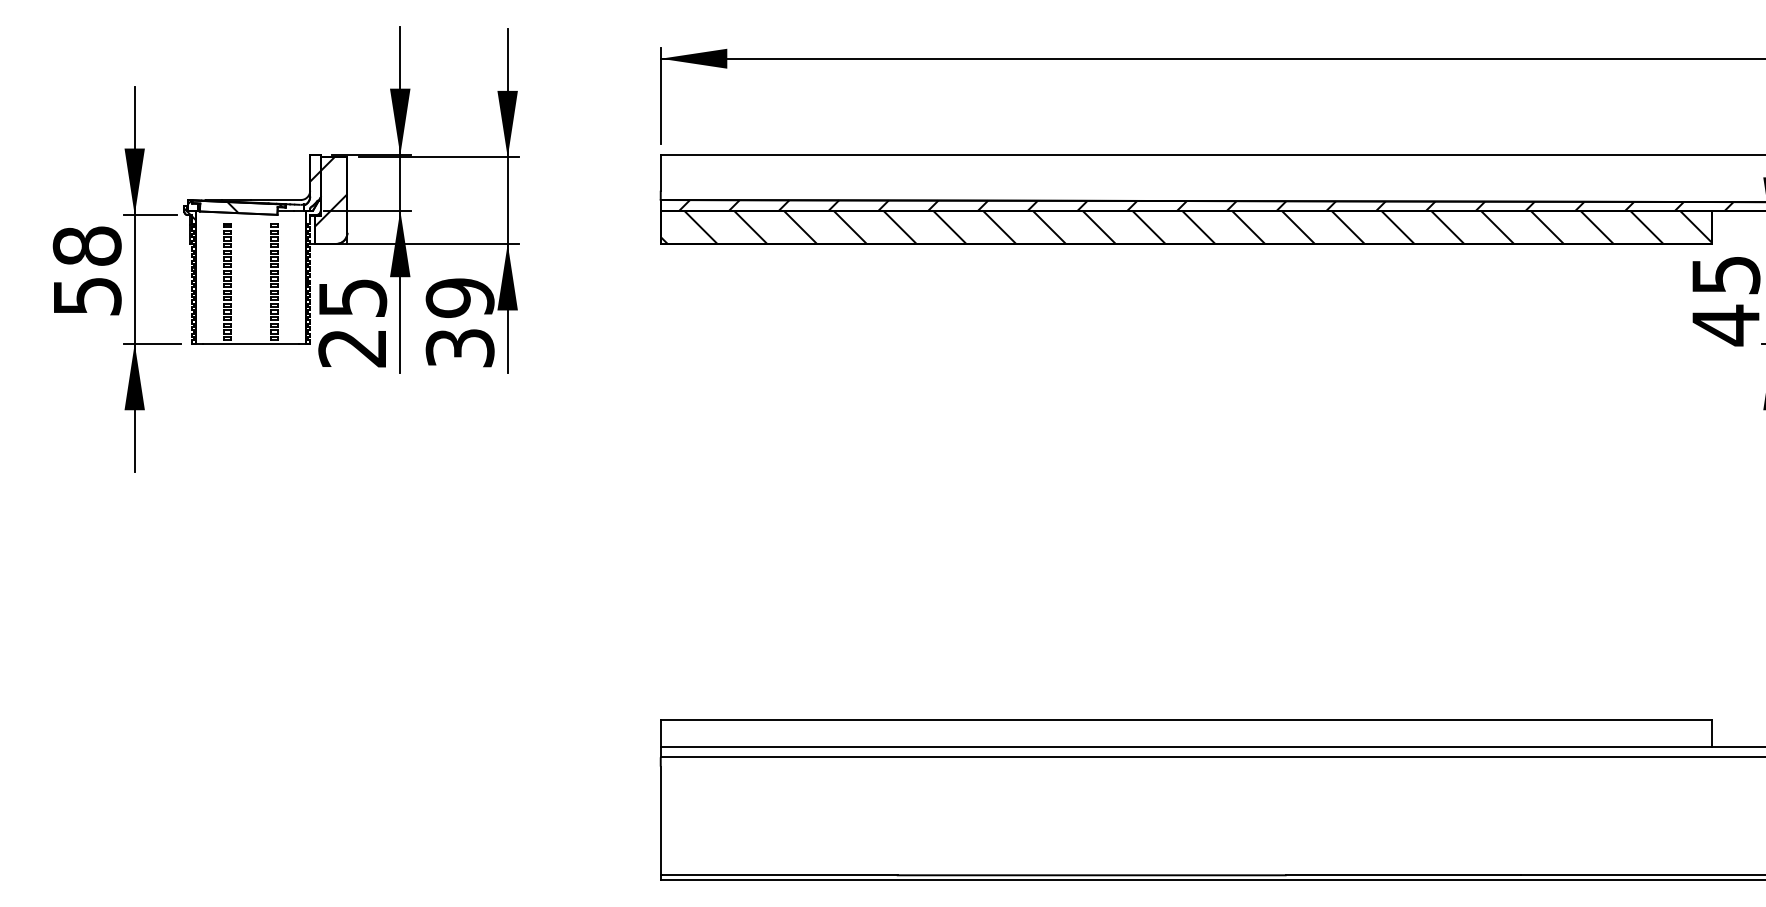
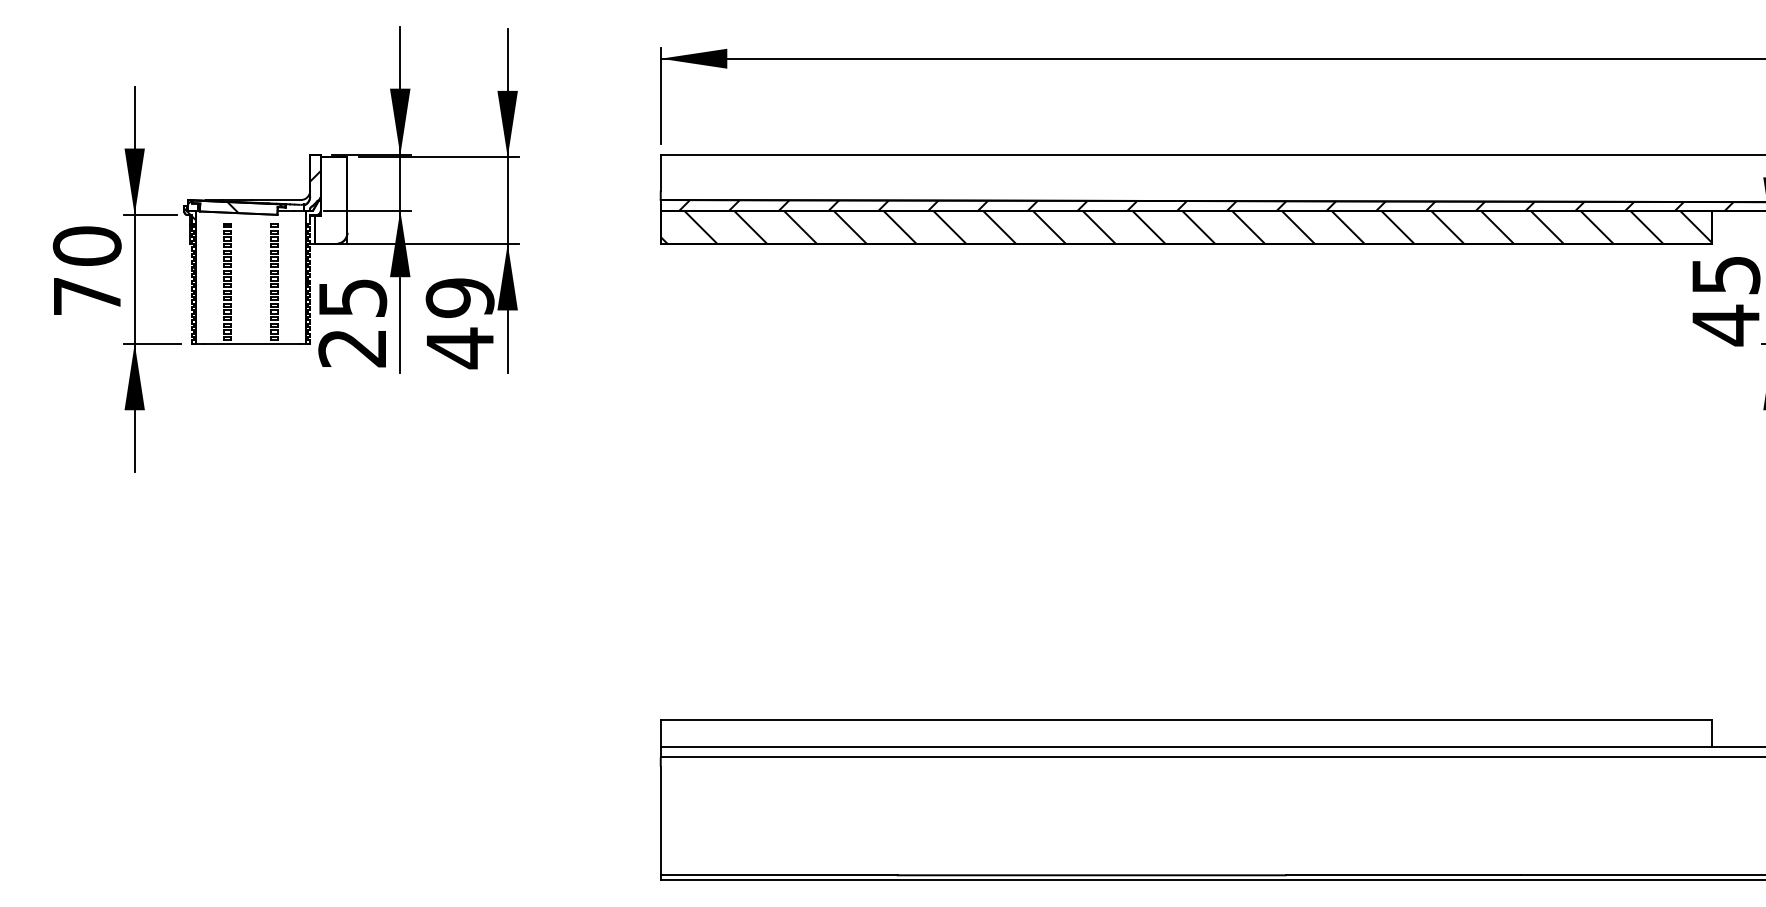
hatch at (331, 191): present -> none
text at (87, 270): 58 -> 70
text at (459, 348): 39 -> 49
